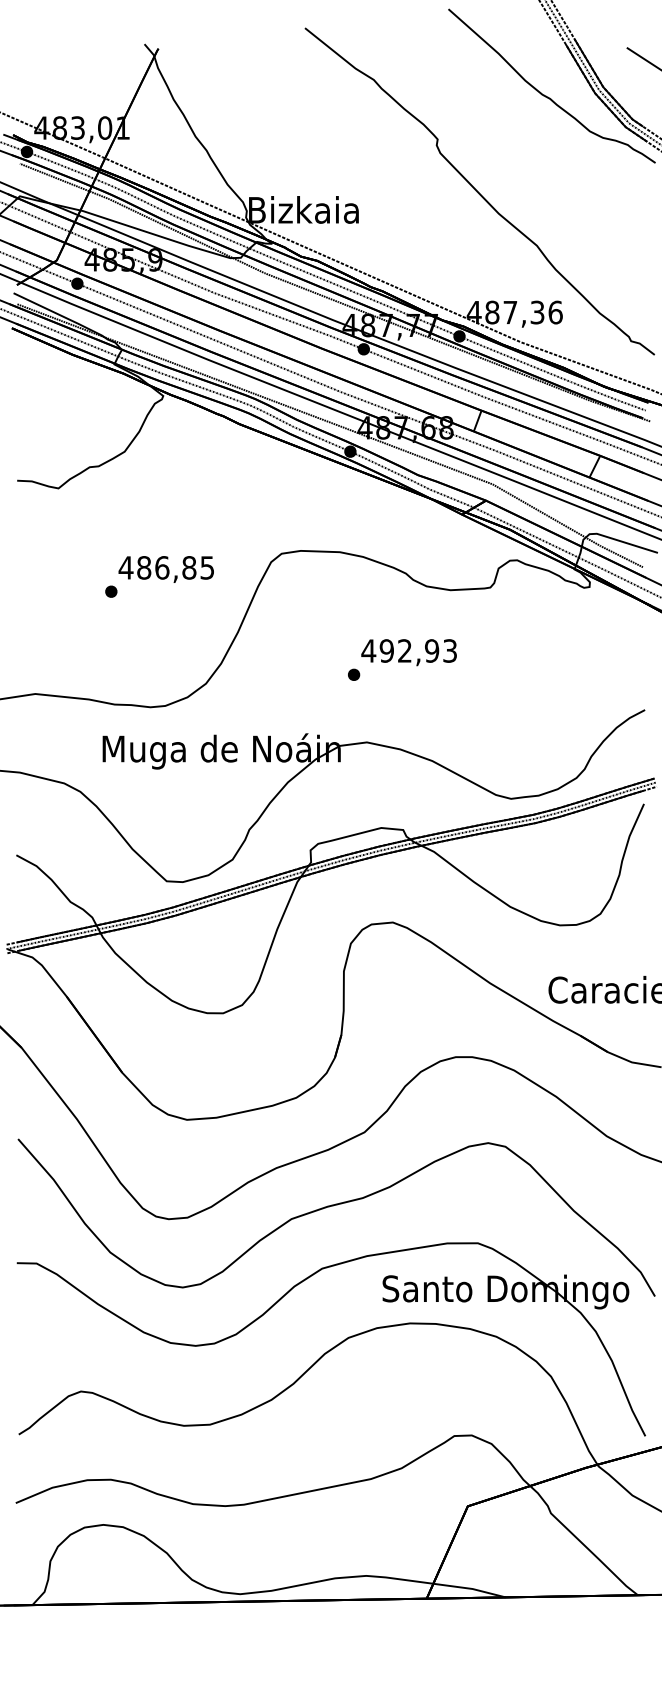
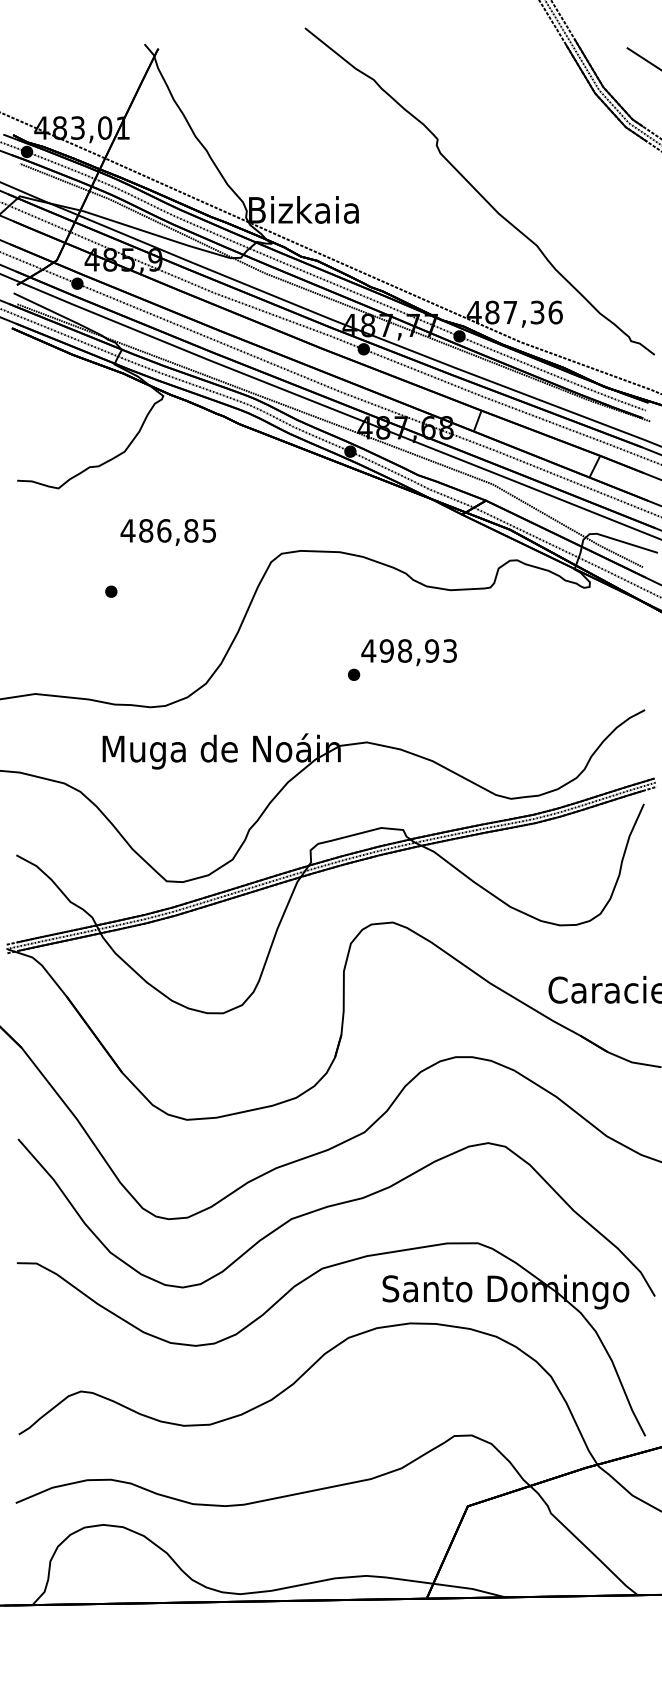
curve at (546, 95): present -> none
text at (165, 569) position: (165, 569) -> (167, 532)
text at (405, 650): 492,93 -> 498,93
